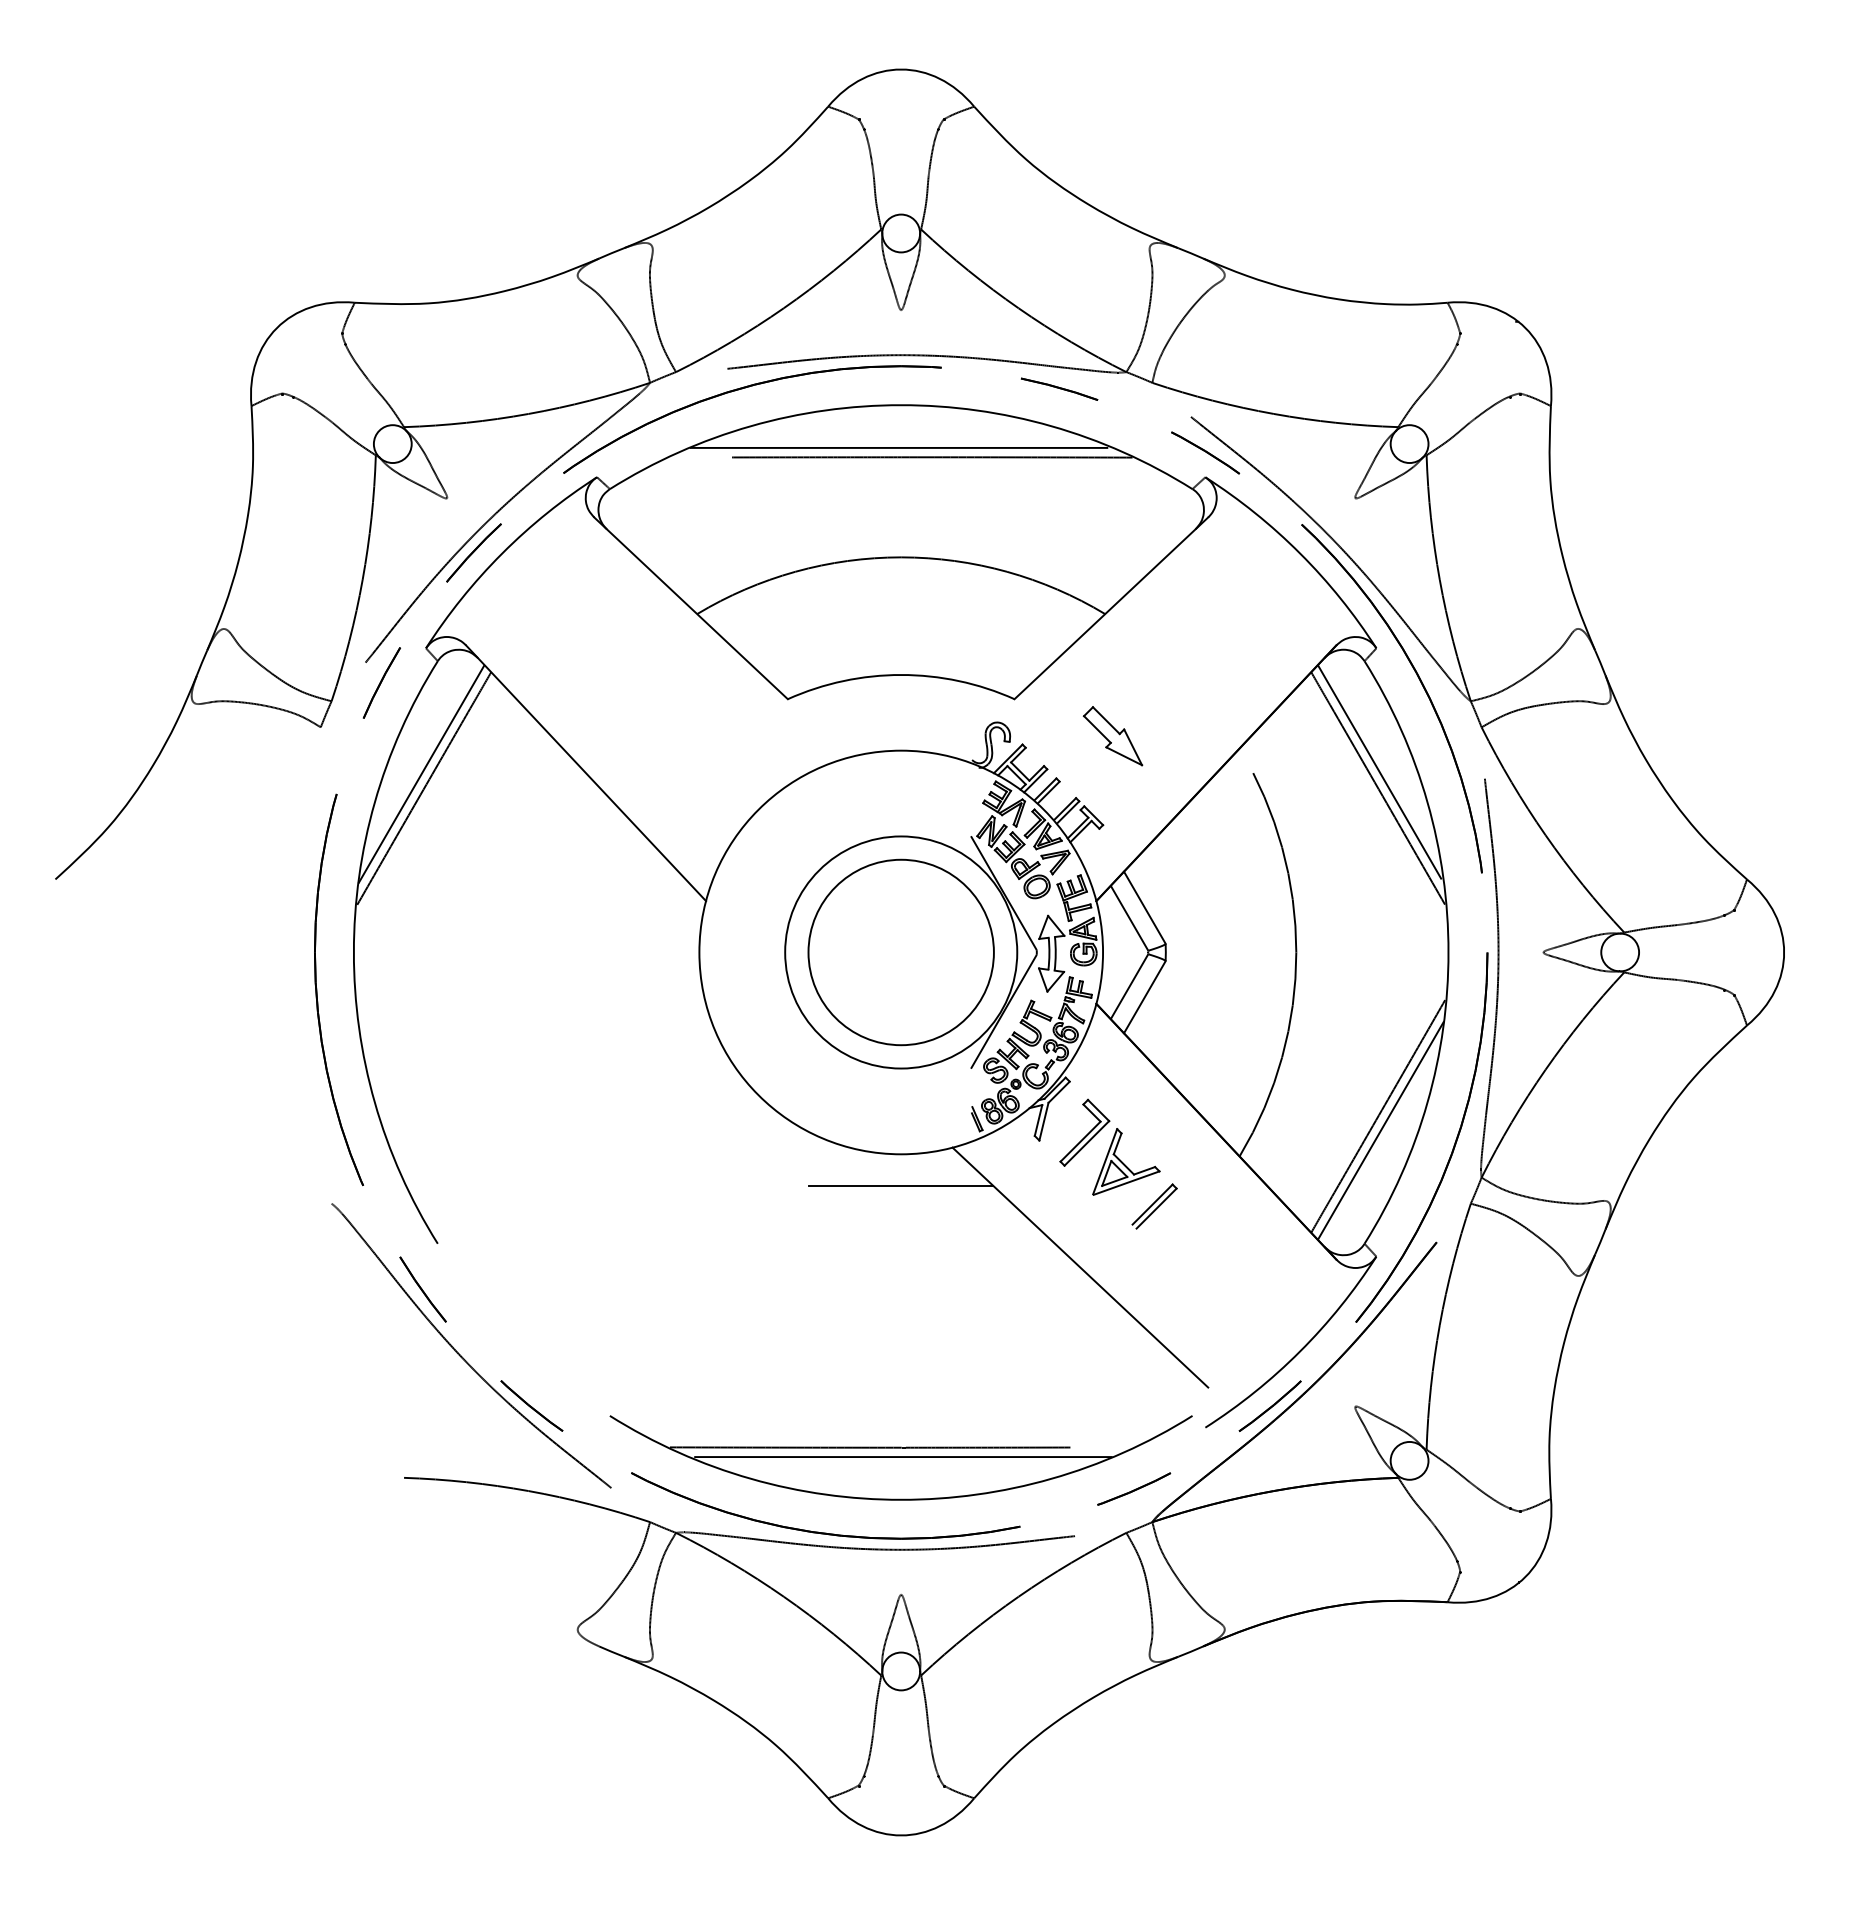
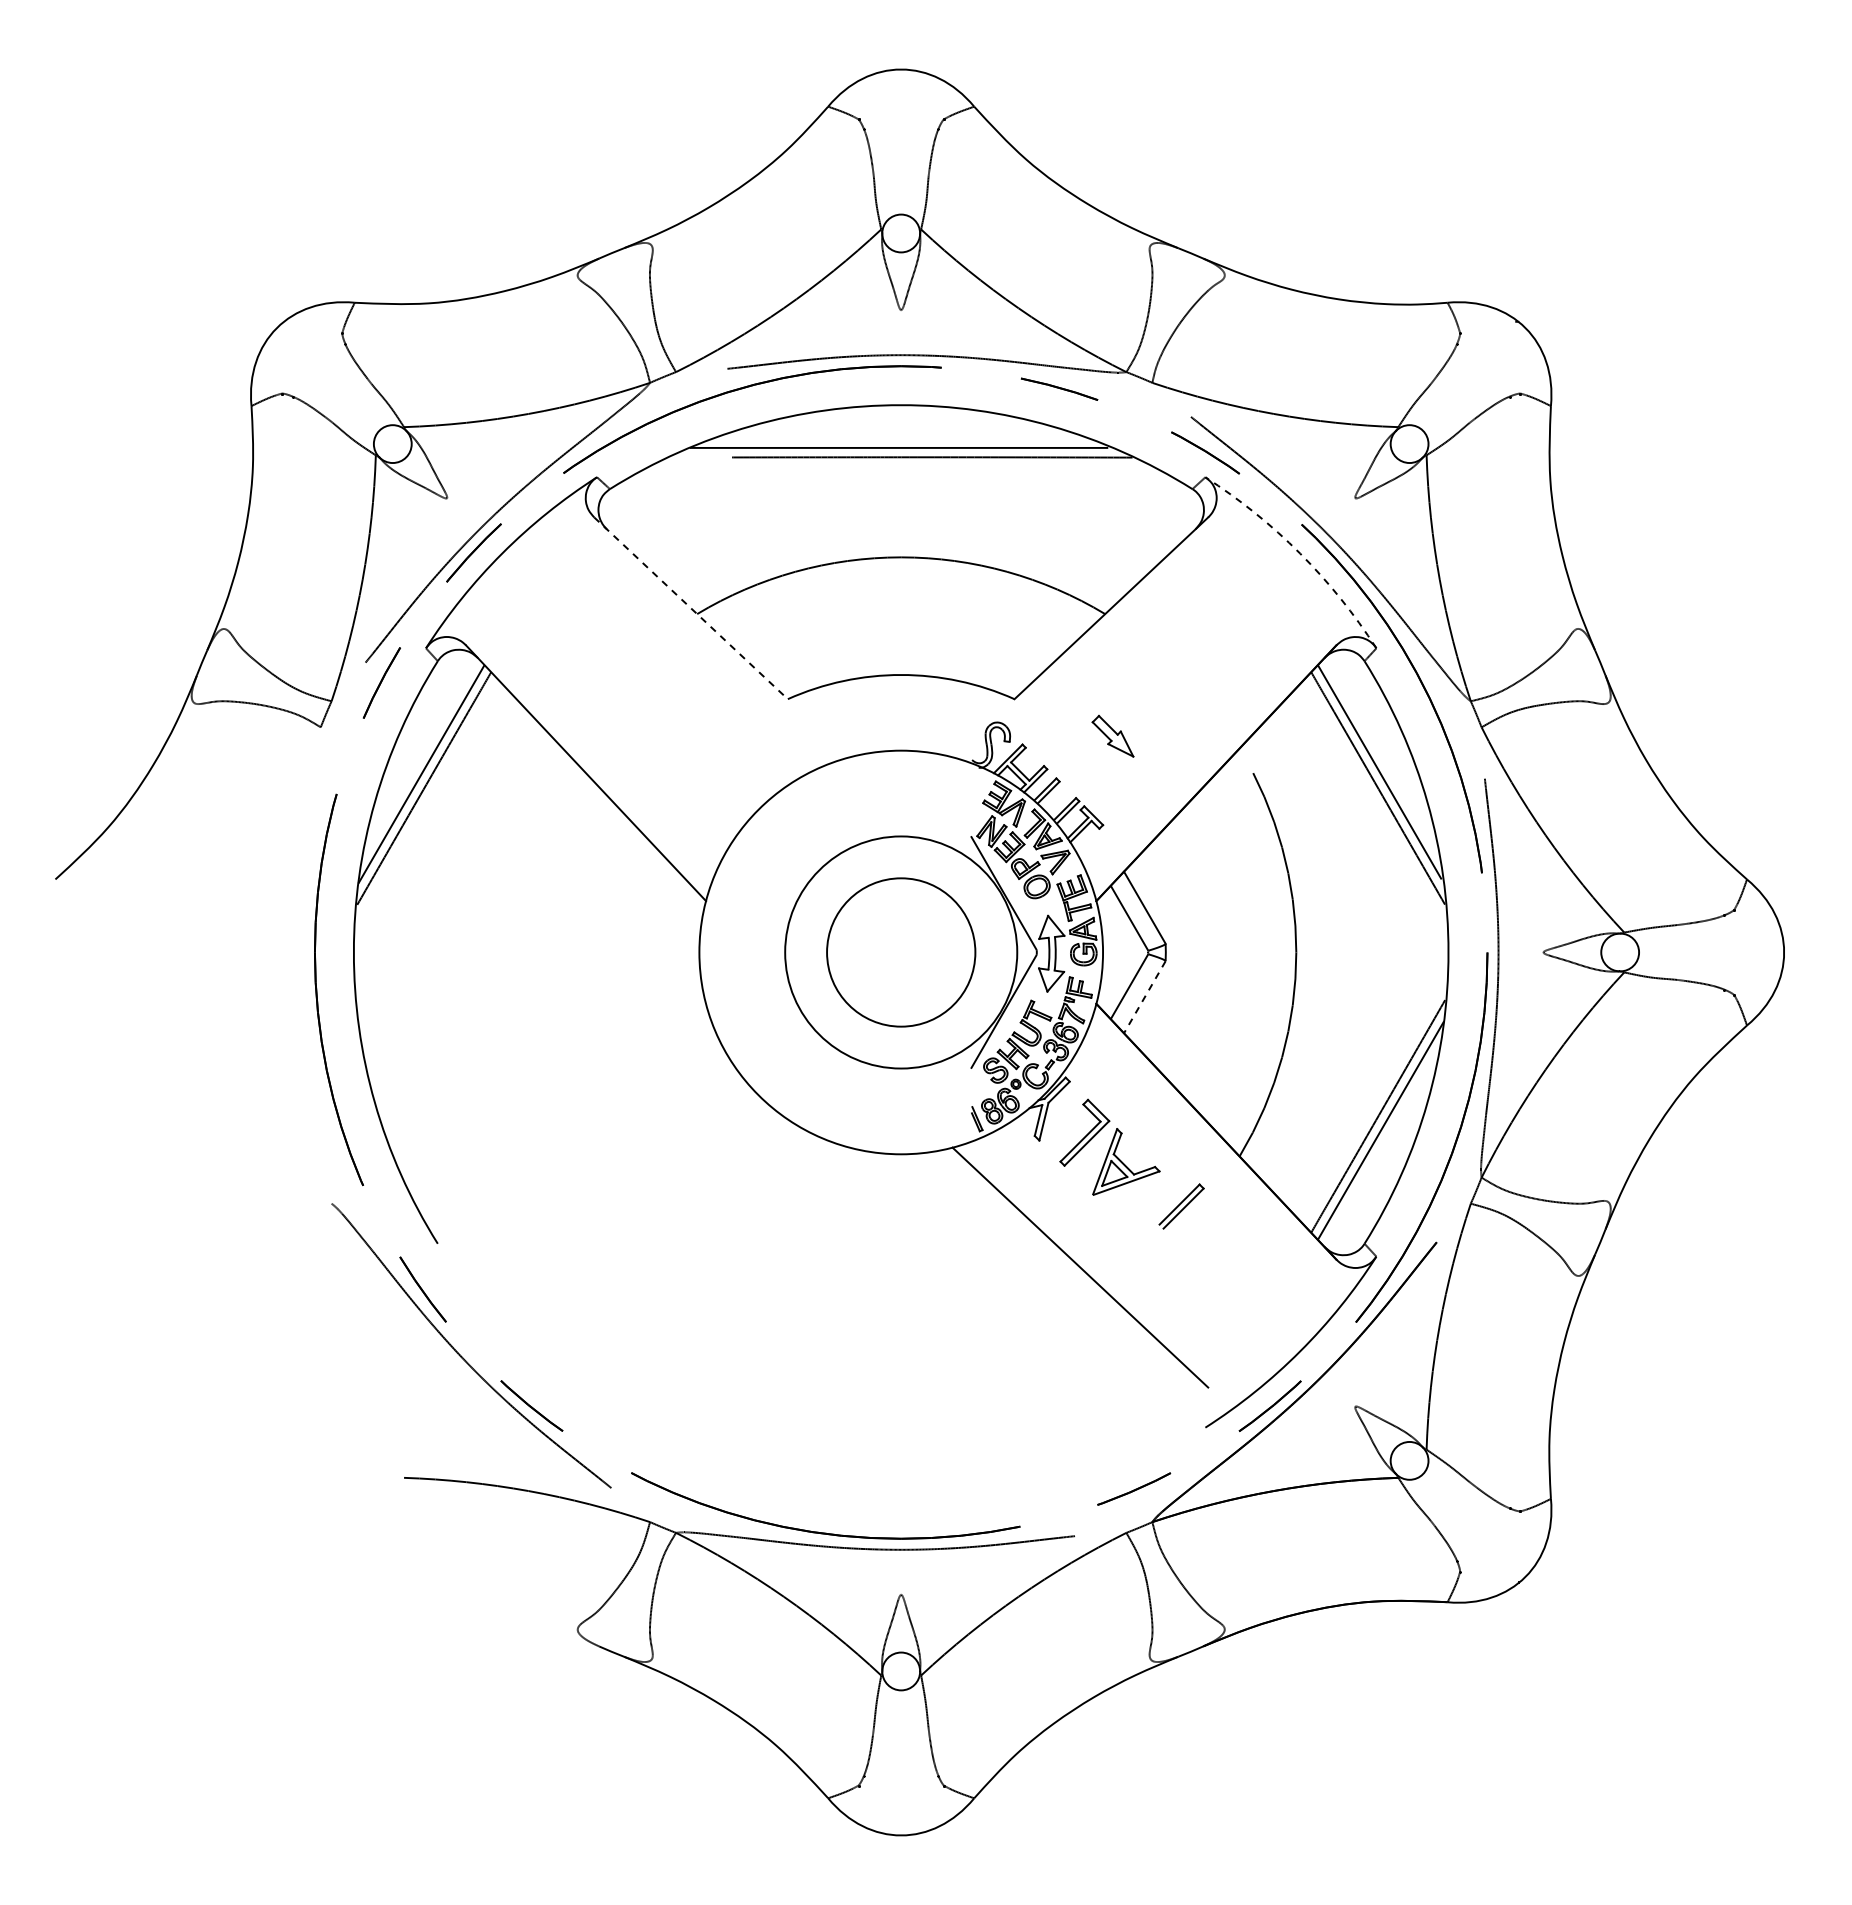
arc at (1300, 553): solid -> dashed
line at (691, 608): solid -> dashed
part at (1112, 736) size: 62x61 px -> 44x44 px
circle at (900, 952) diameter: 185 px -> 148 px
line at (1144, 997): solid -> dashed
line at (901, 1185): present -> none
part at (1154, 1206) position: (1154, 1206) -> (1181, 1206)
part at (900, 1457): present -> none
